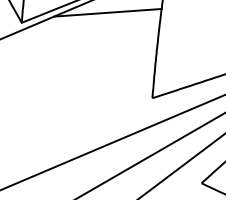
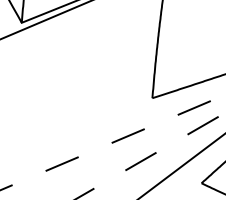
line at (107, 12): present -> none
line at (112, 142): solid -> dashed
line at (149, 156): solid -> dashed
